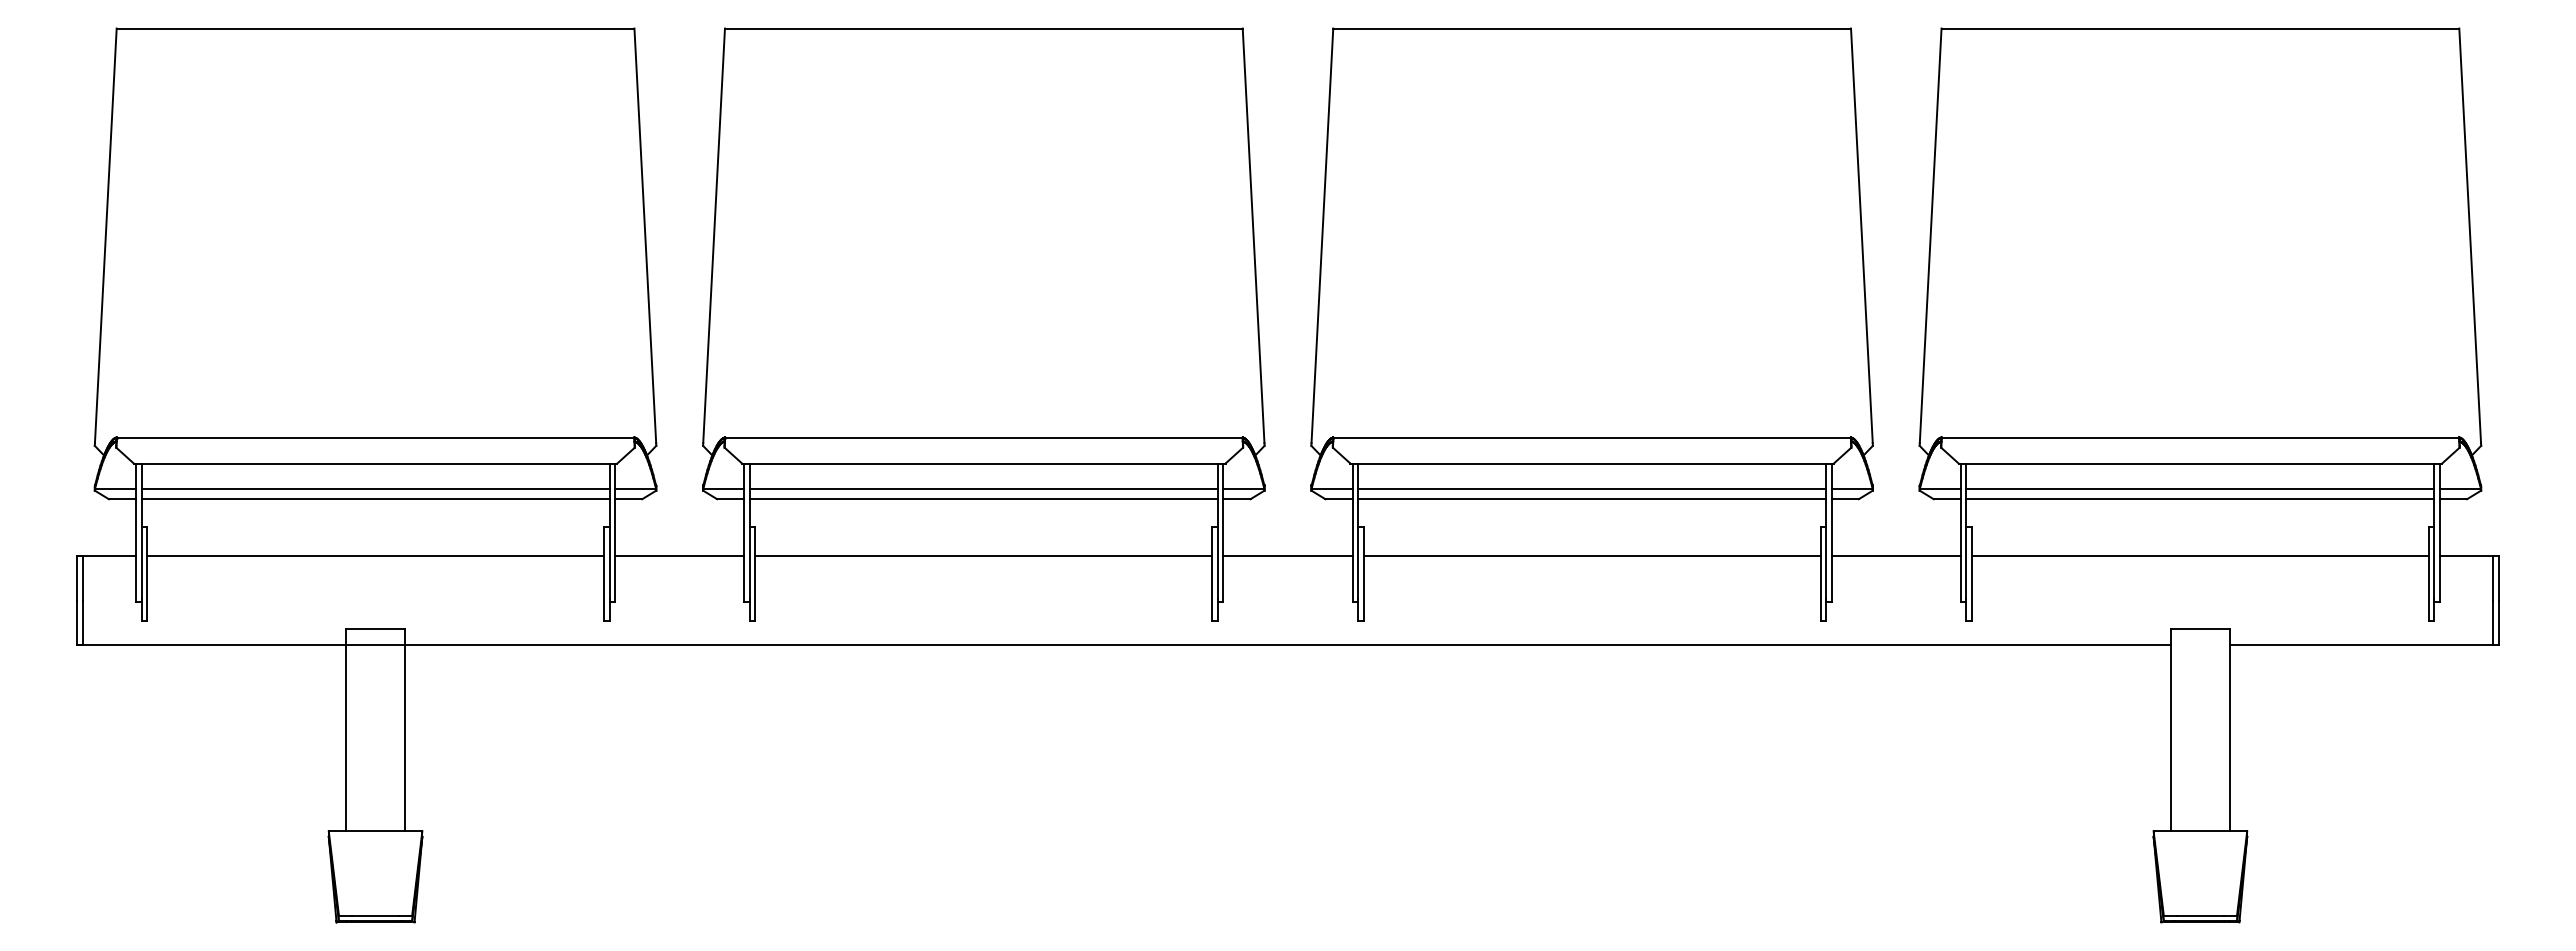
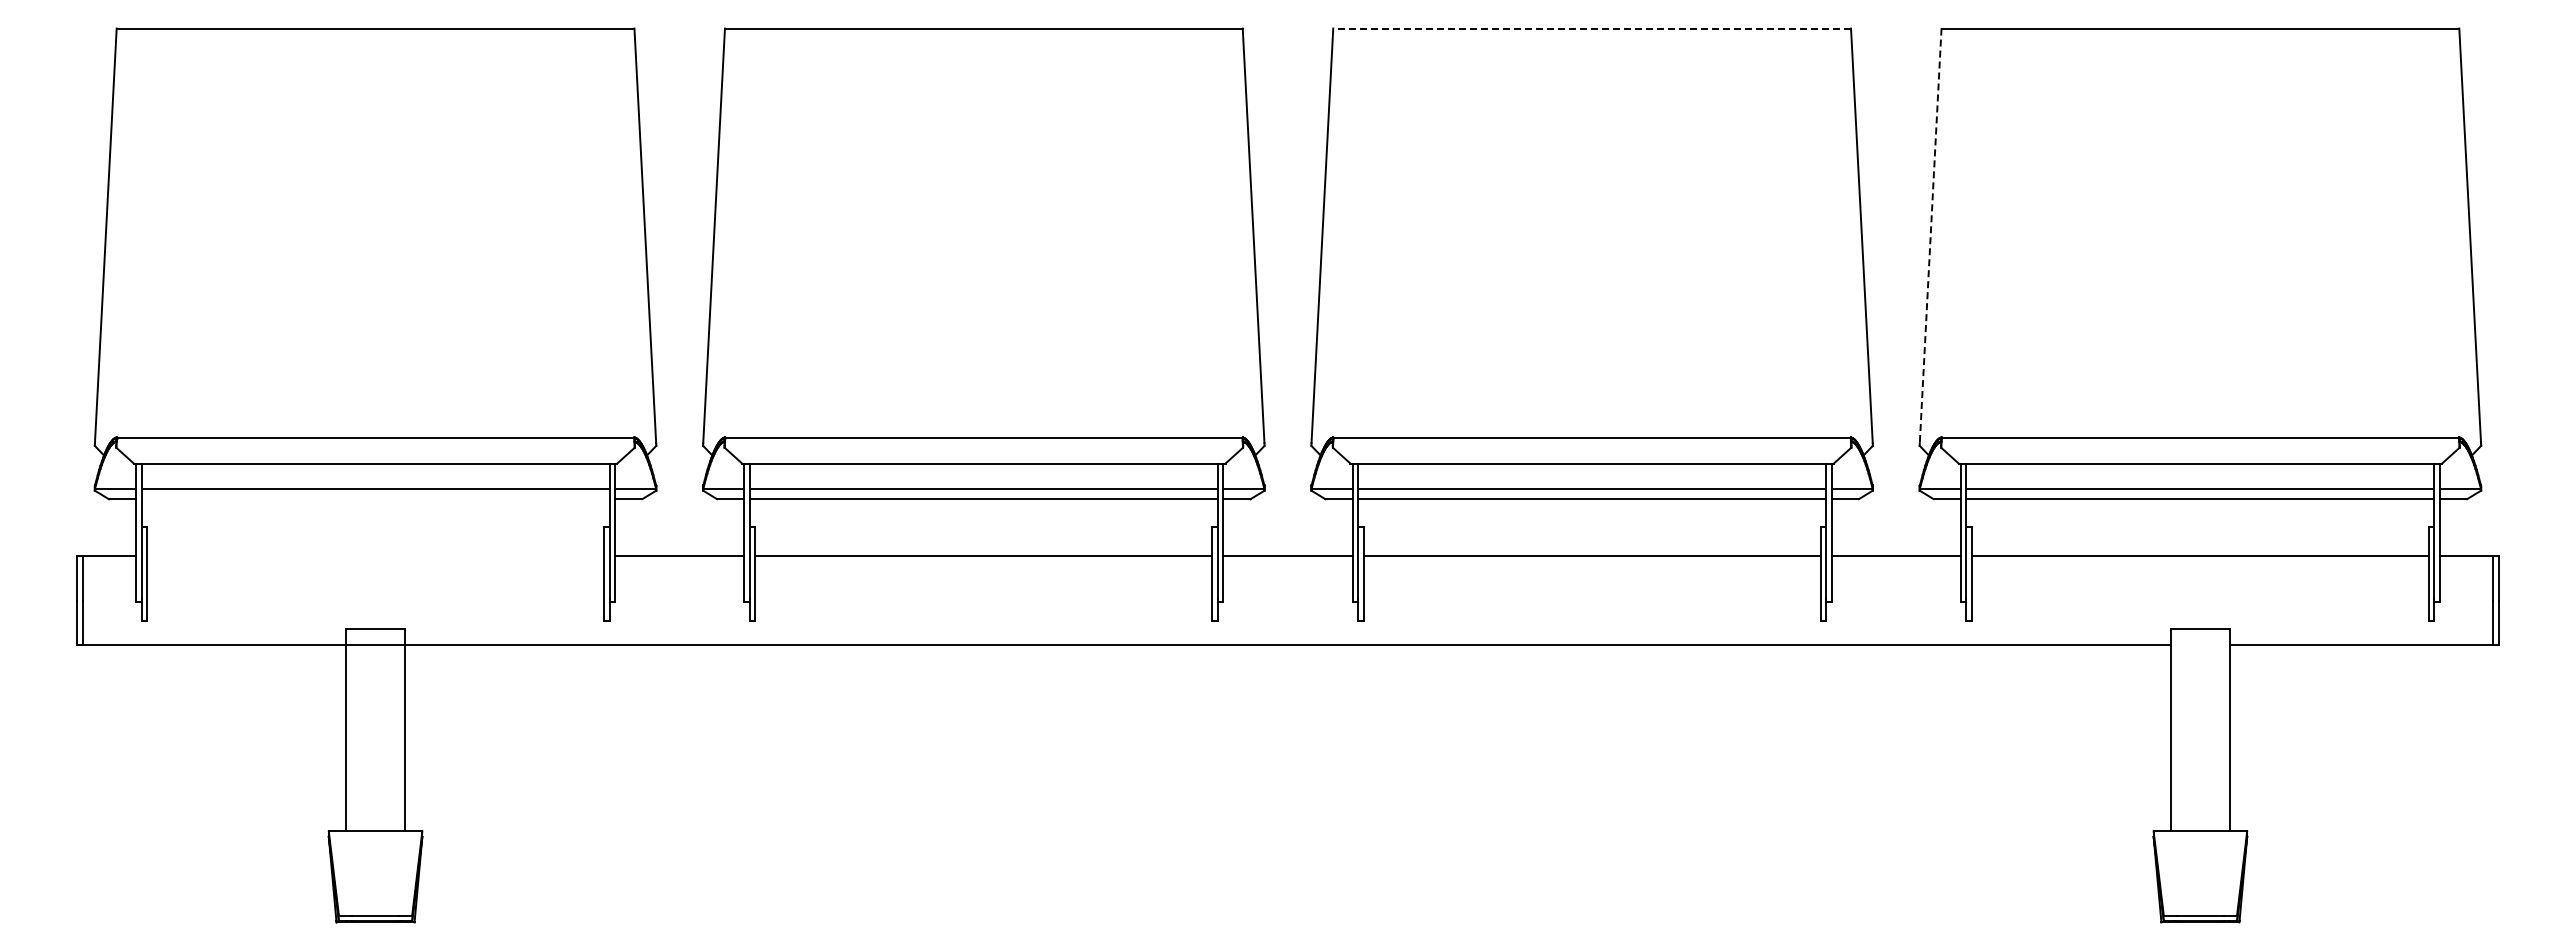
line at (1592, 28): solid -> dashed
line at (1930, 235): solid -> dashed
line at (375, 499): present -> none
line at (375, 556): present -> none
